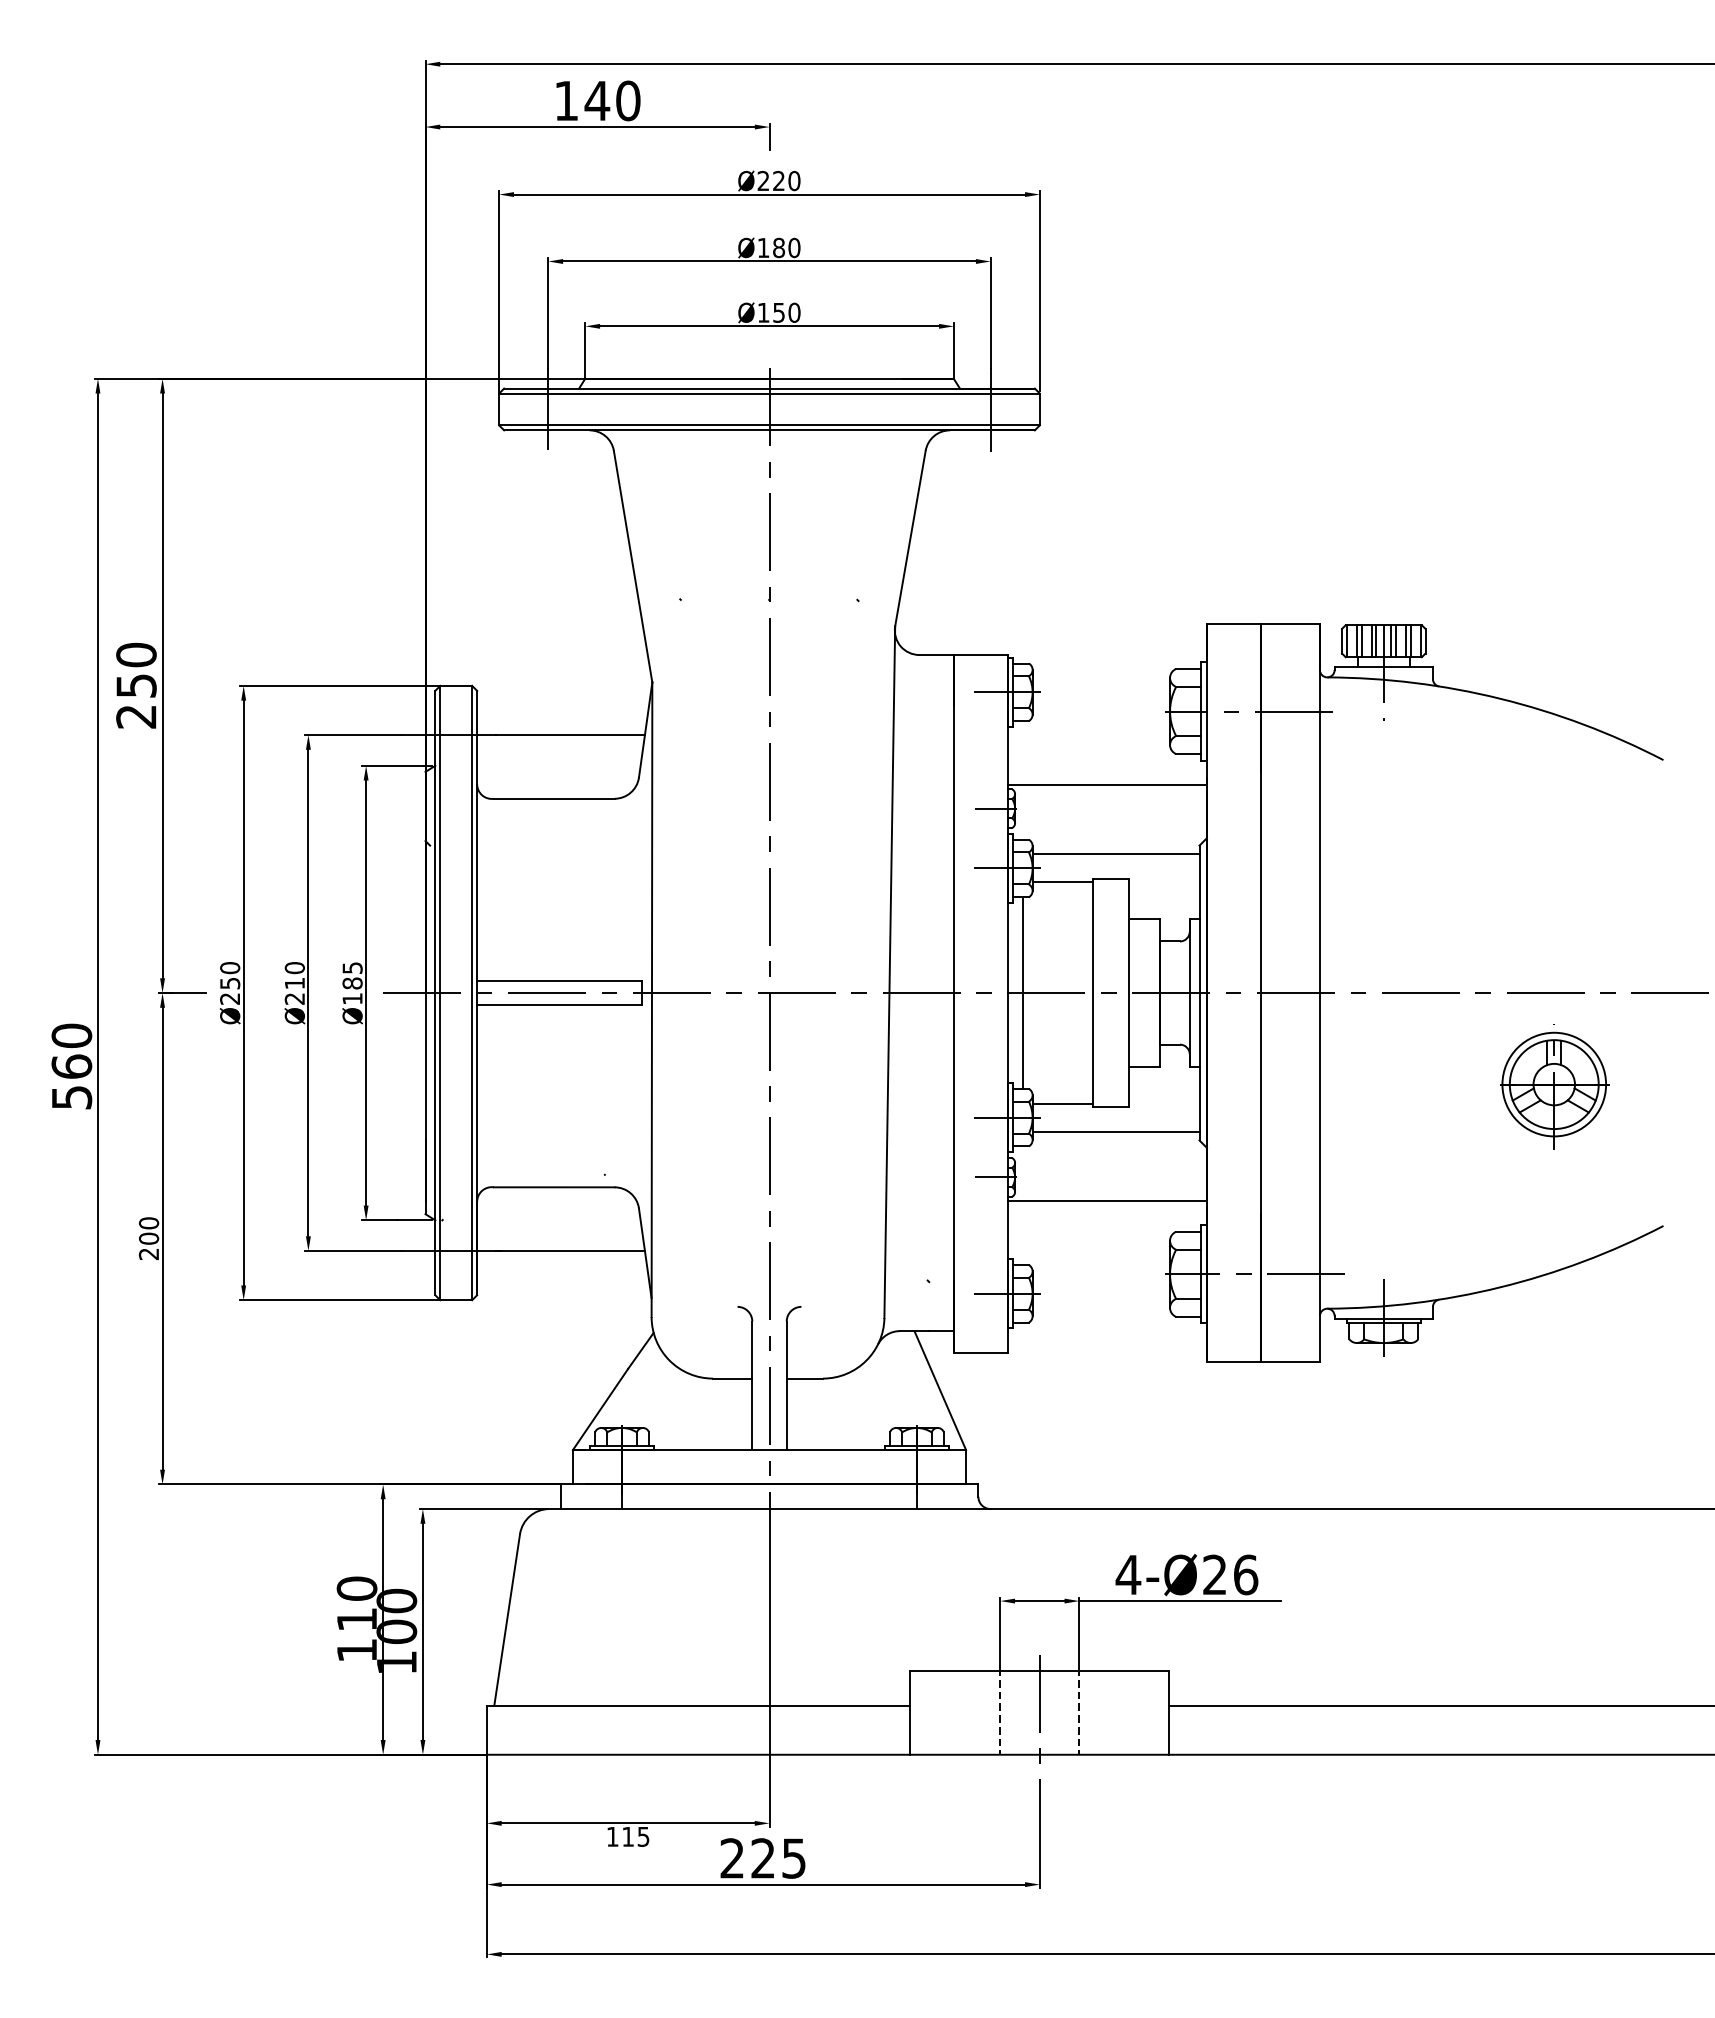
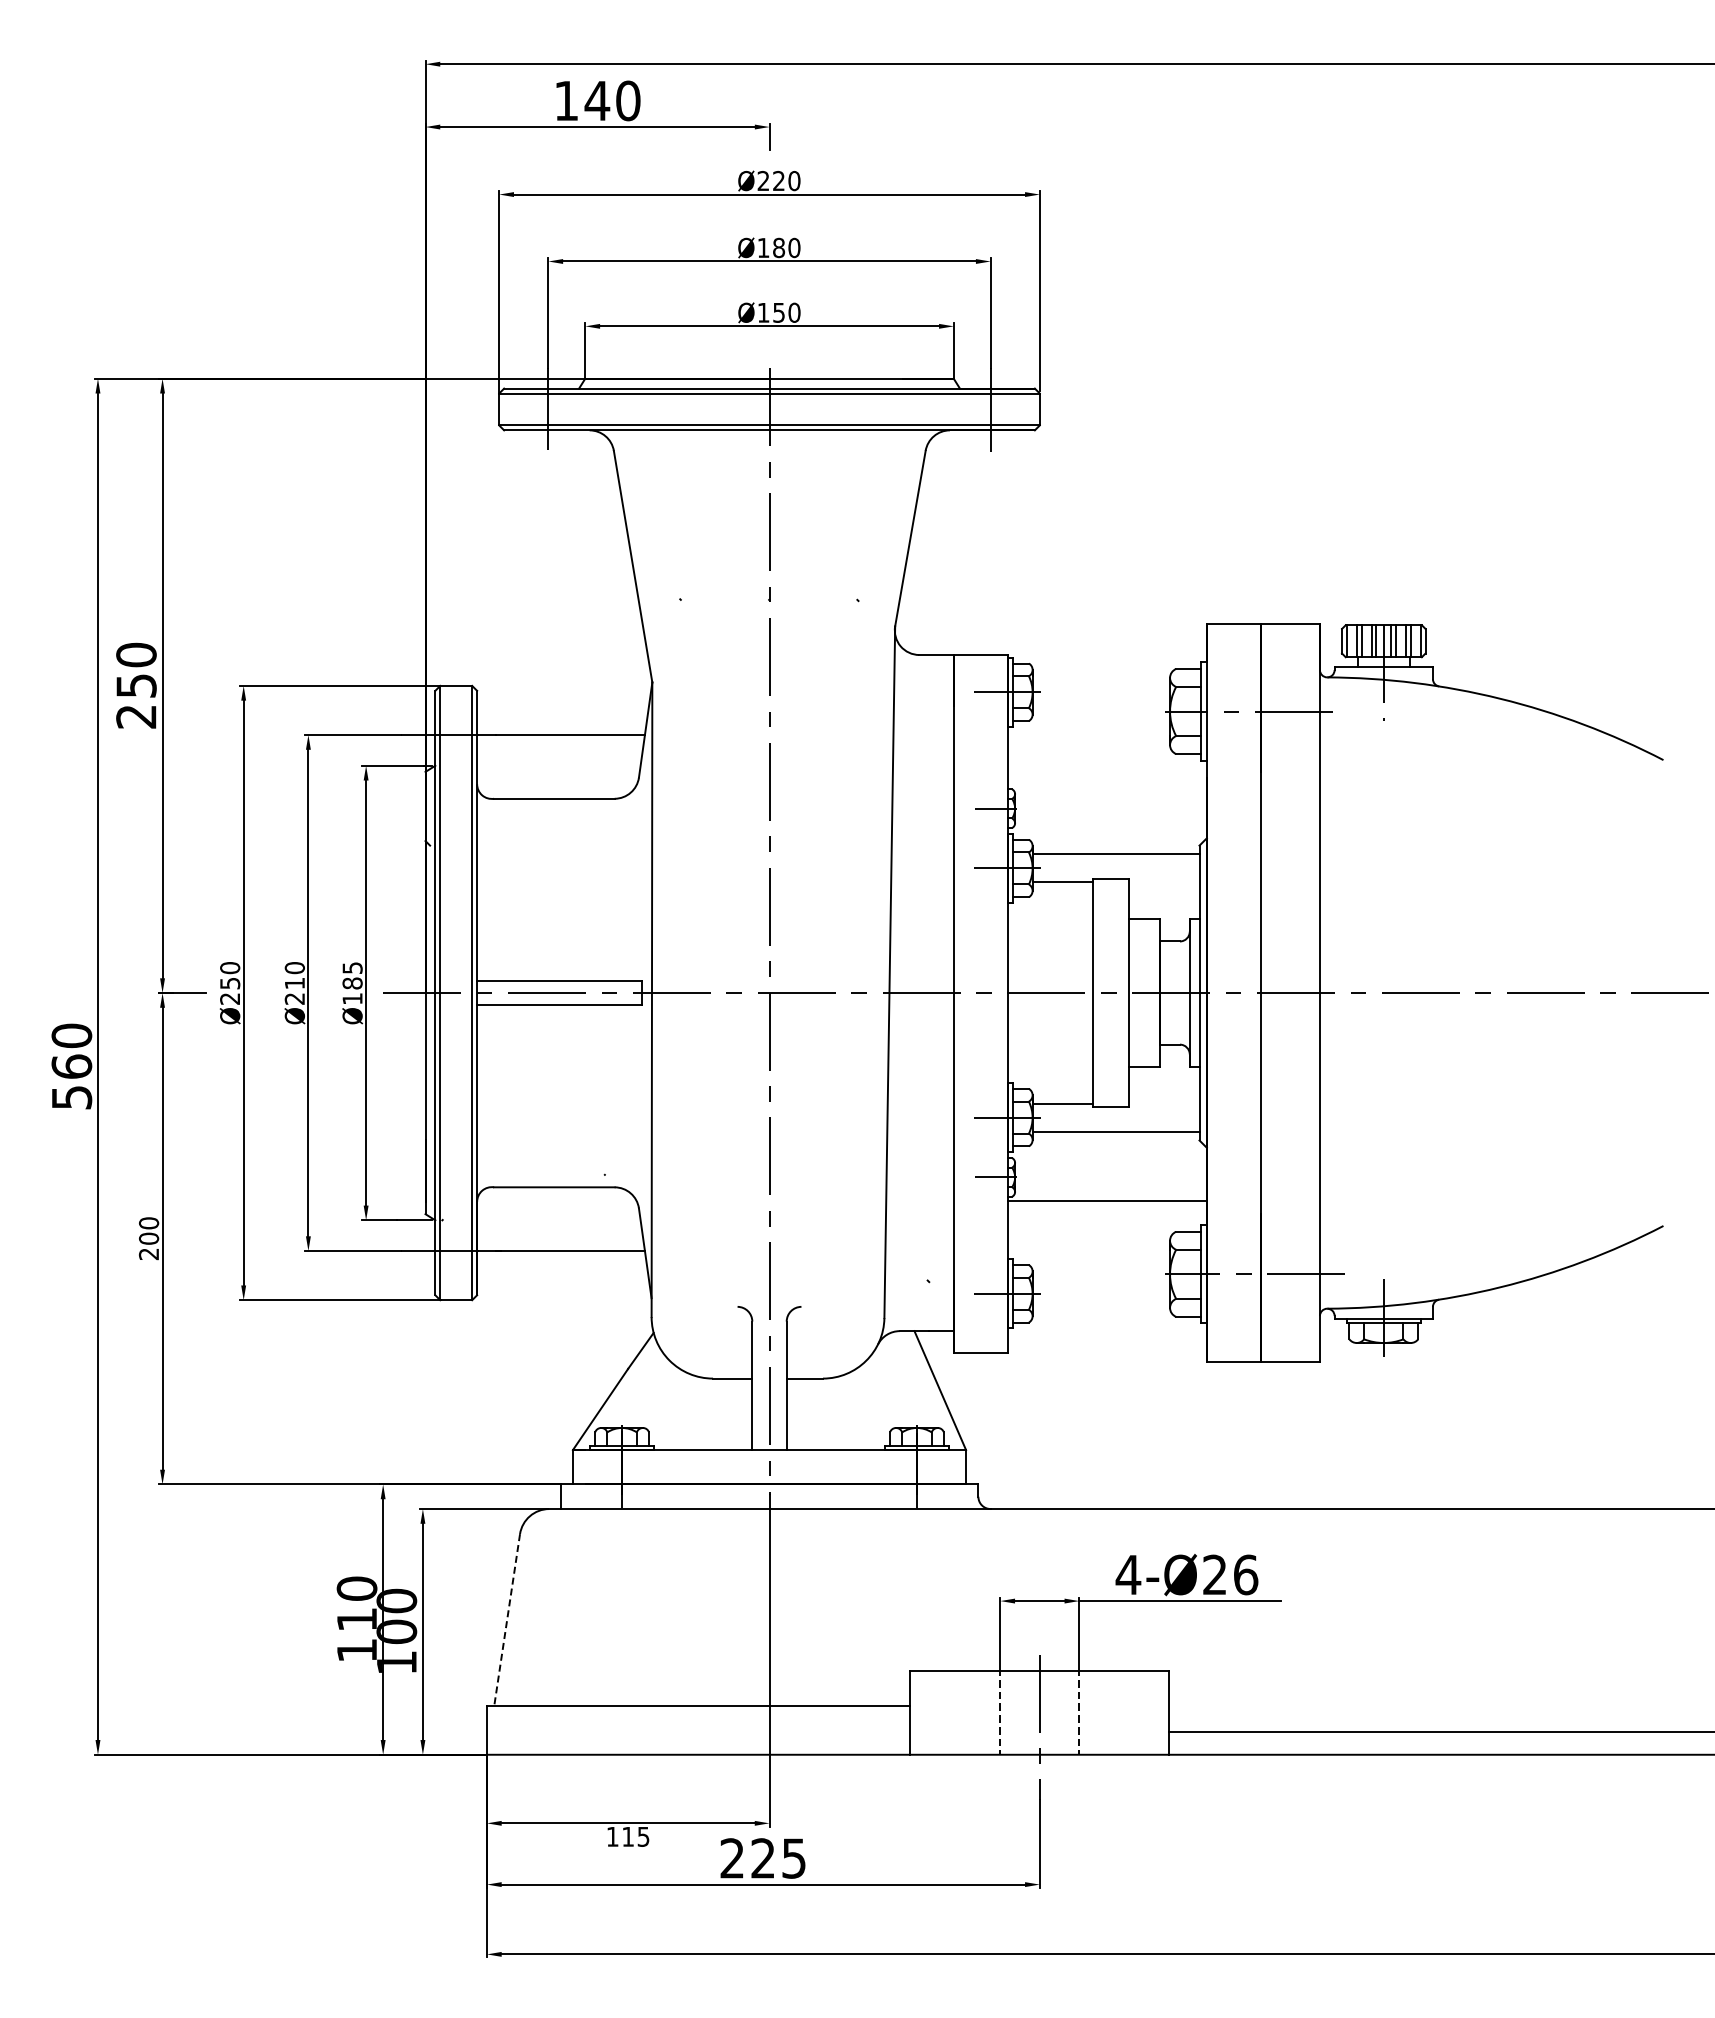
line at (1106, 785): present -> none
line at (1022, 992): present -> none
part at (1554, 1086): present -> none
line at (507, 1619): solid -> dashed
line at (1440, 1705) position: (1440, 1705) -> (1440, 1731)
